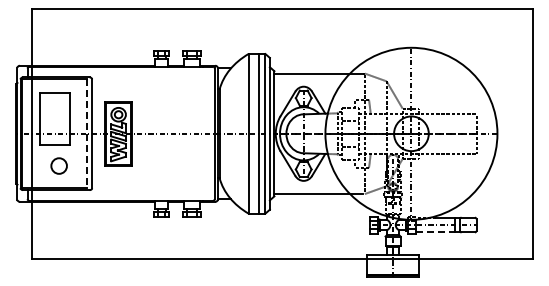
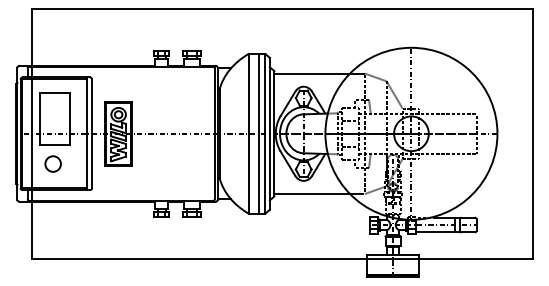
line at (86, 134): dashed -> solid
circle at (58, 165) position: (58, 165) -> (52, 163)
line at (436, 232): dashed -> solid
